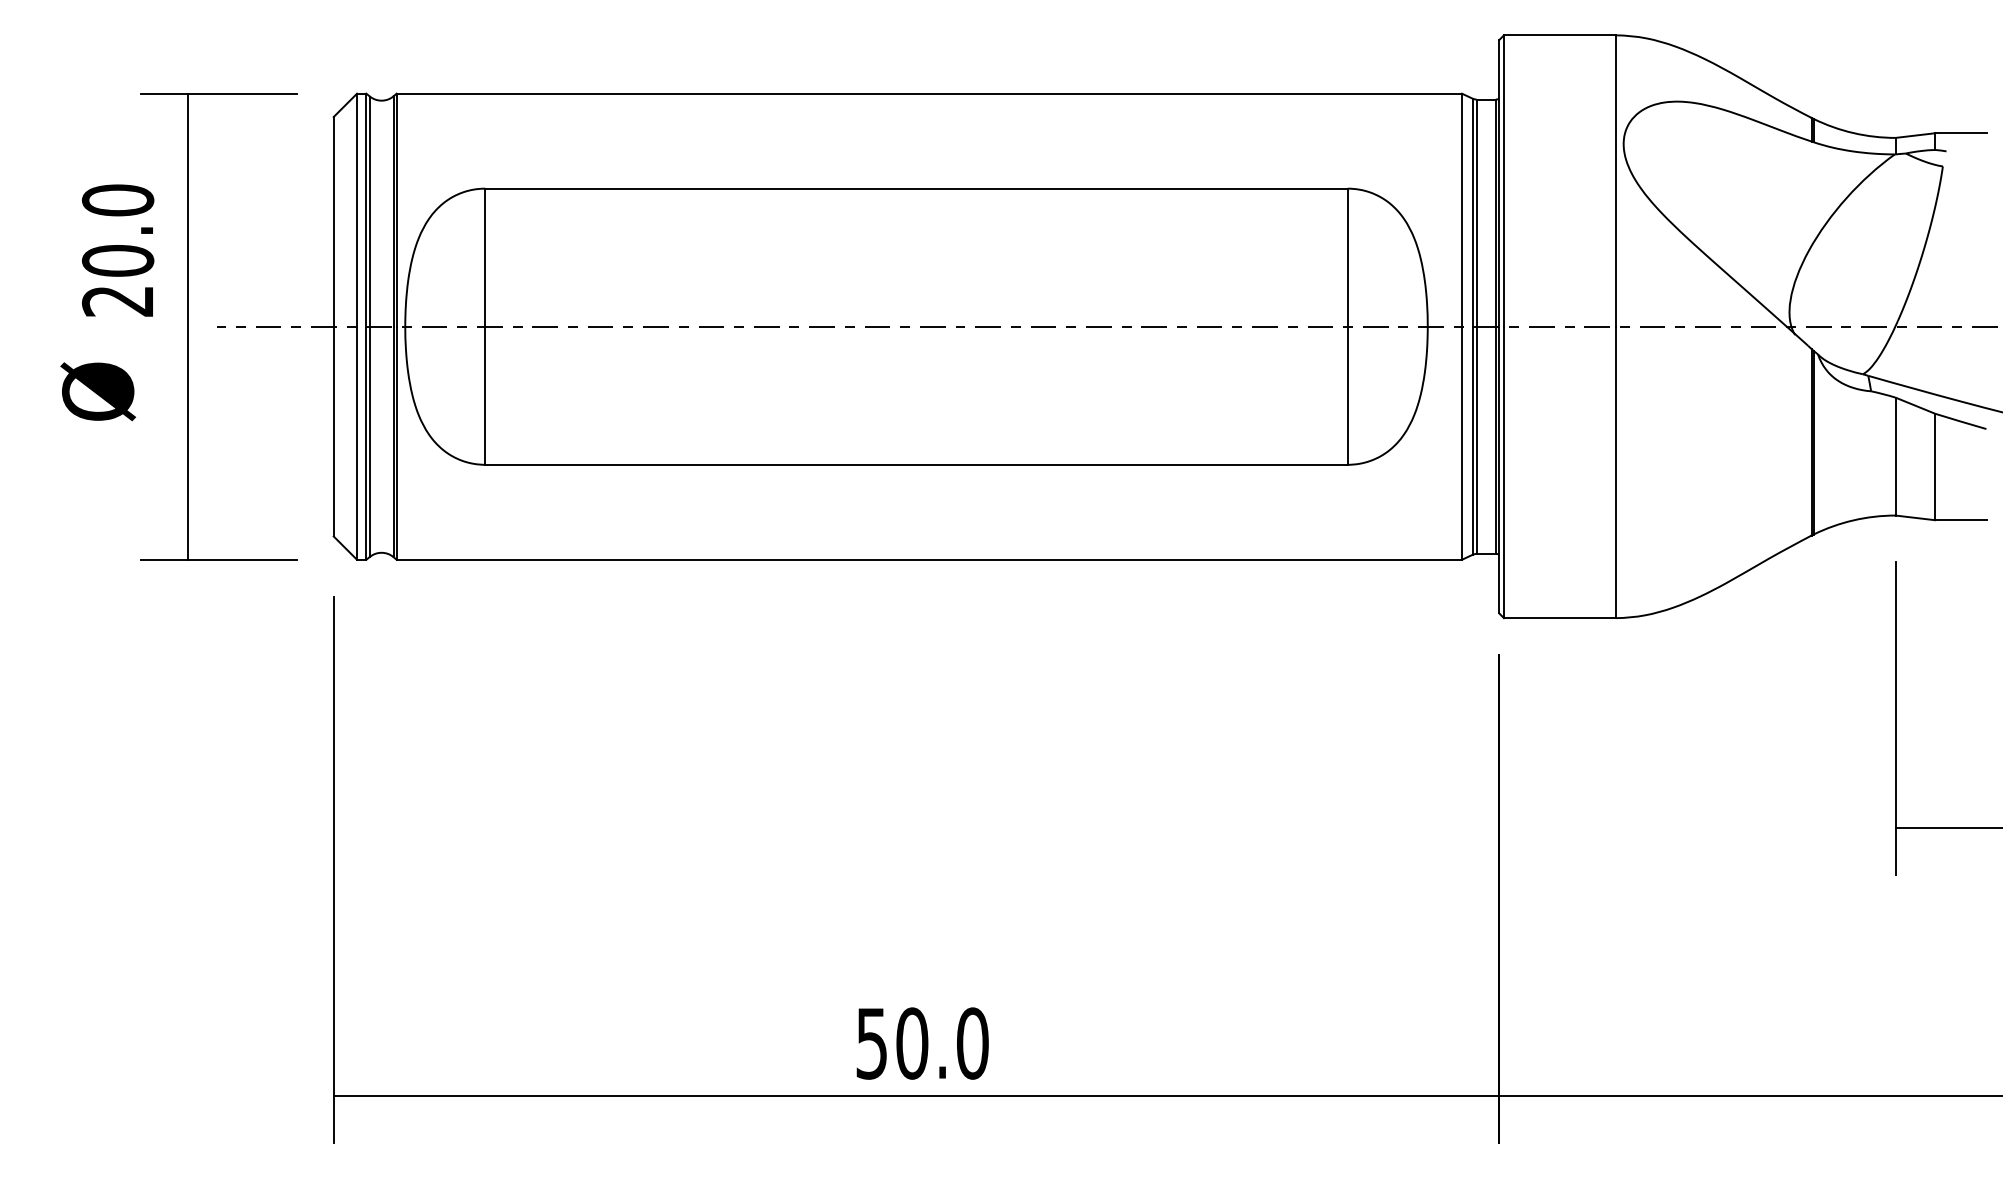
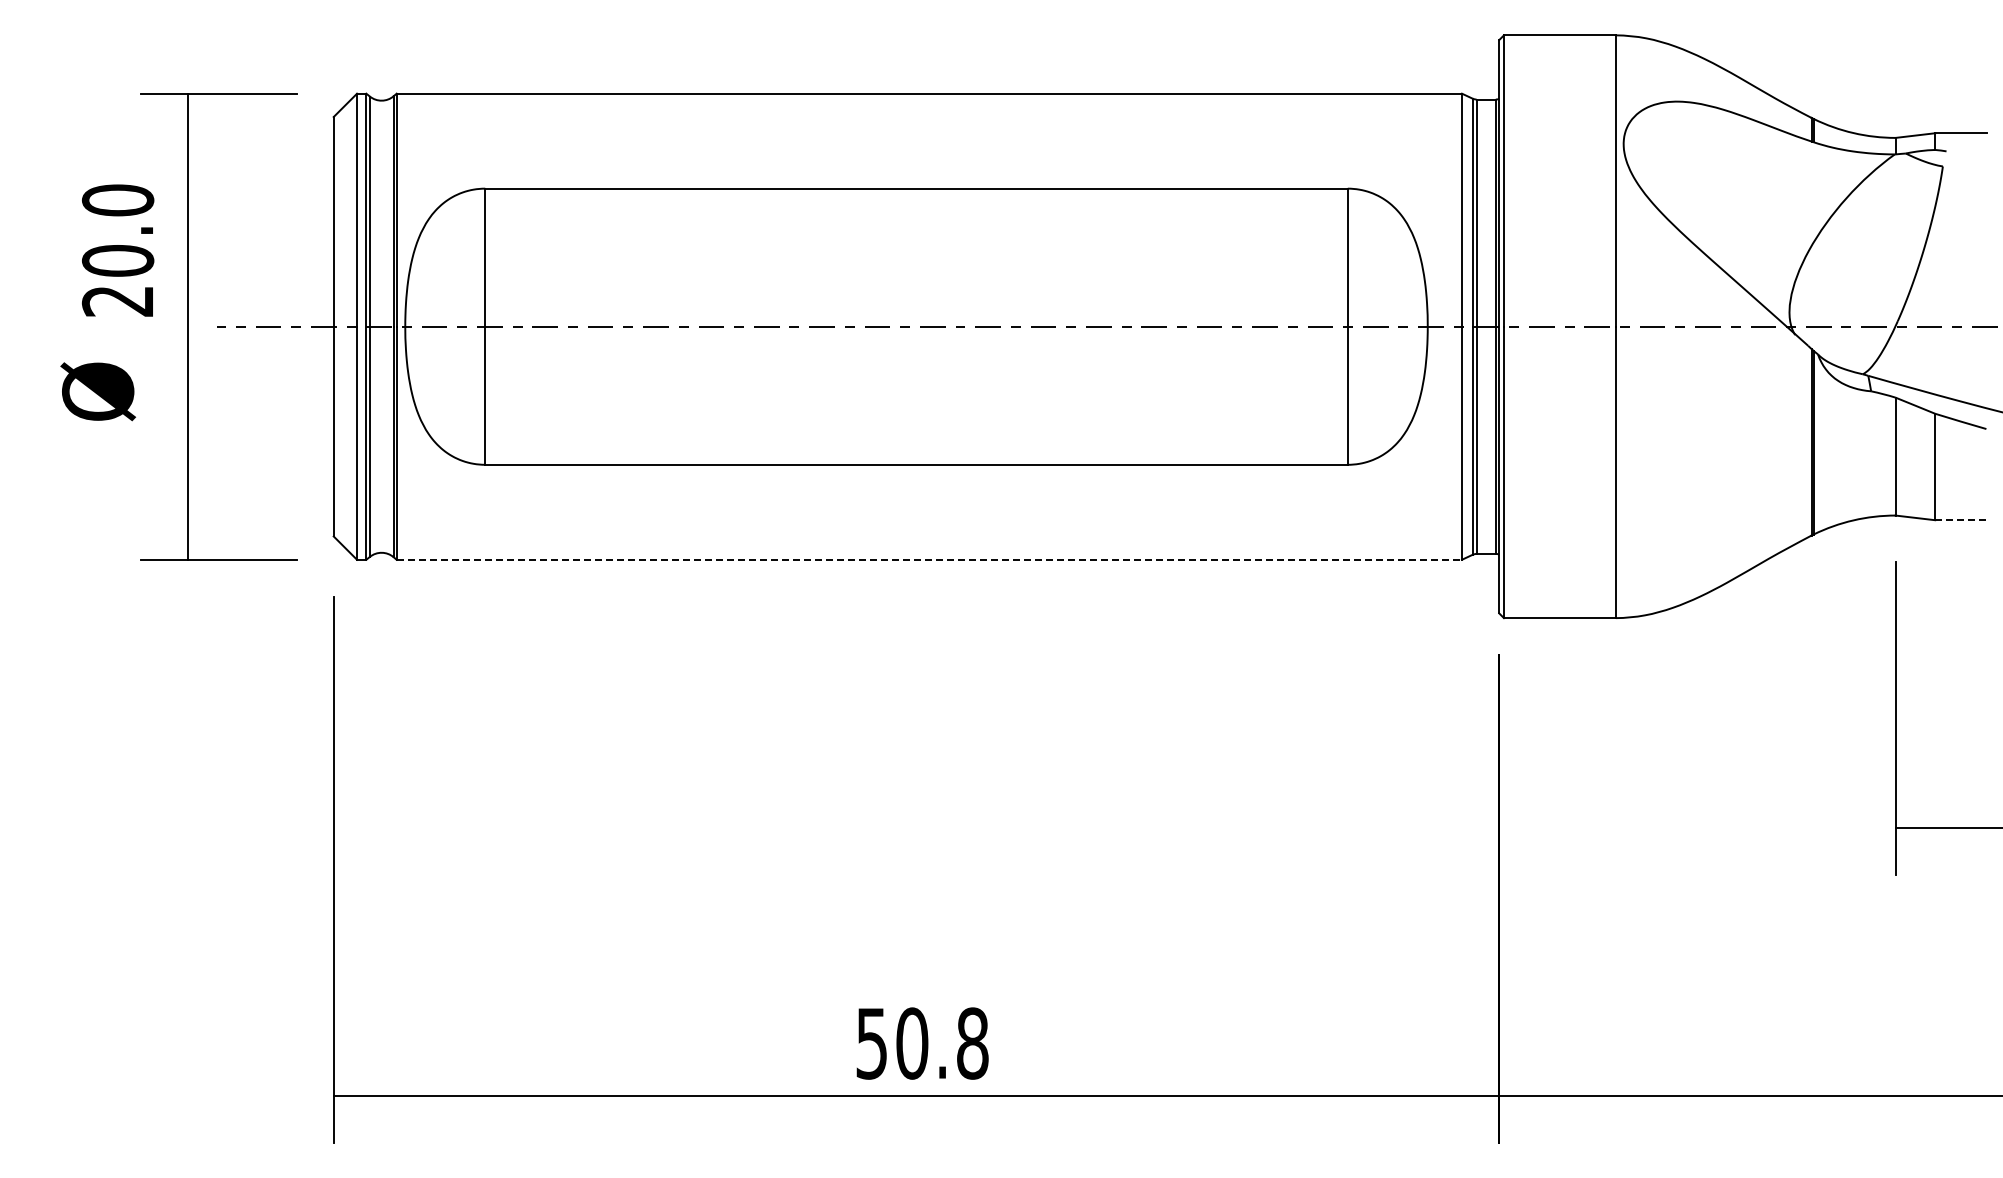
line at (1960, 520): solid -> dashed
line at (929, 559): solid -> dashed
text at (972, 1043): 50.0 -> 50.8
